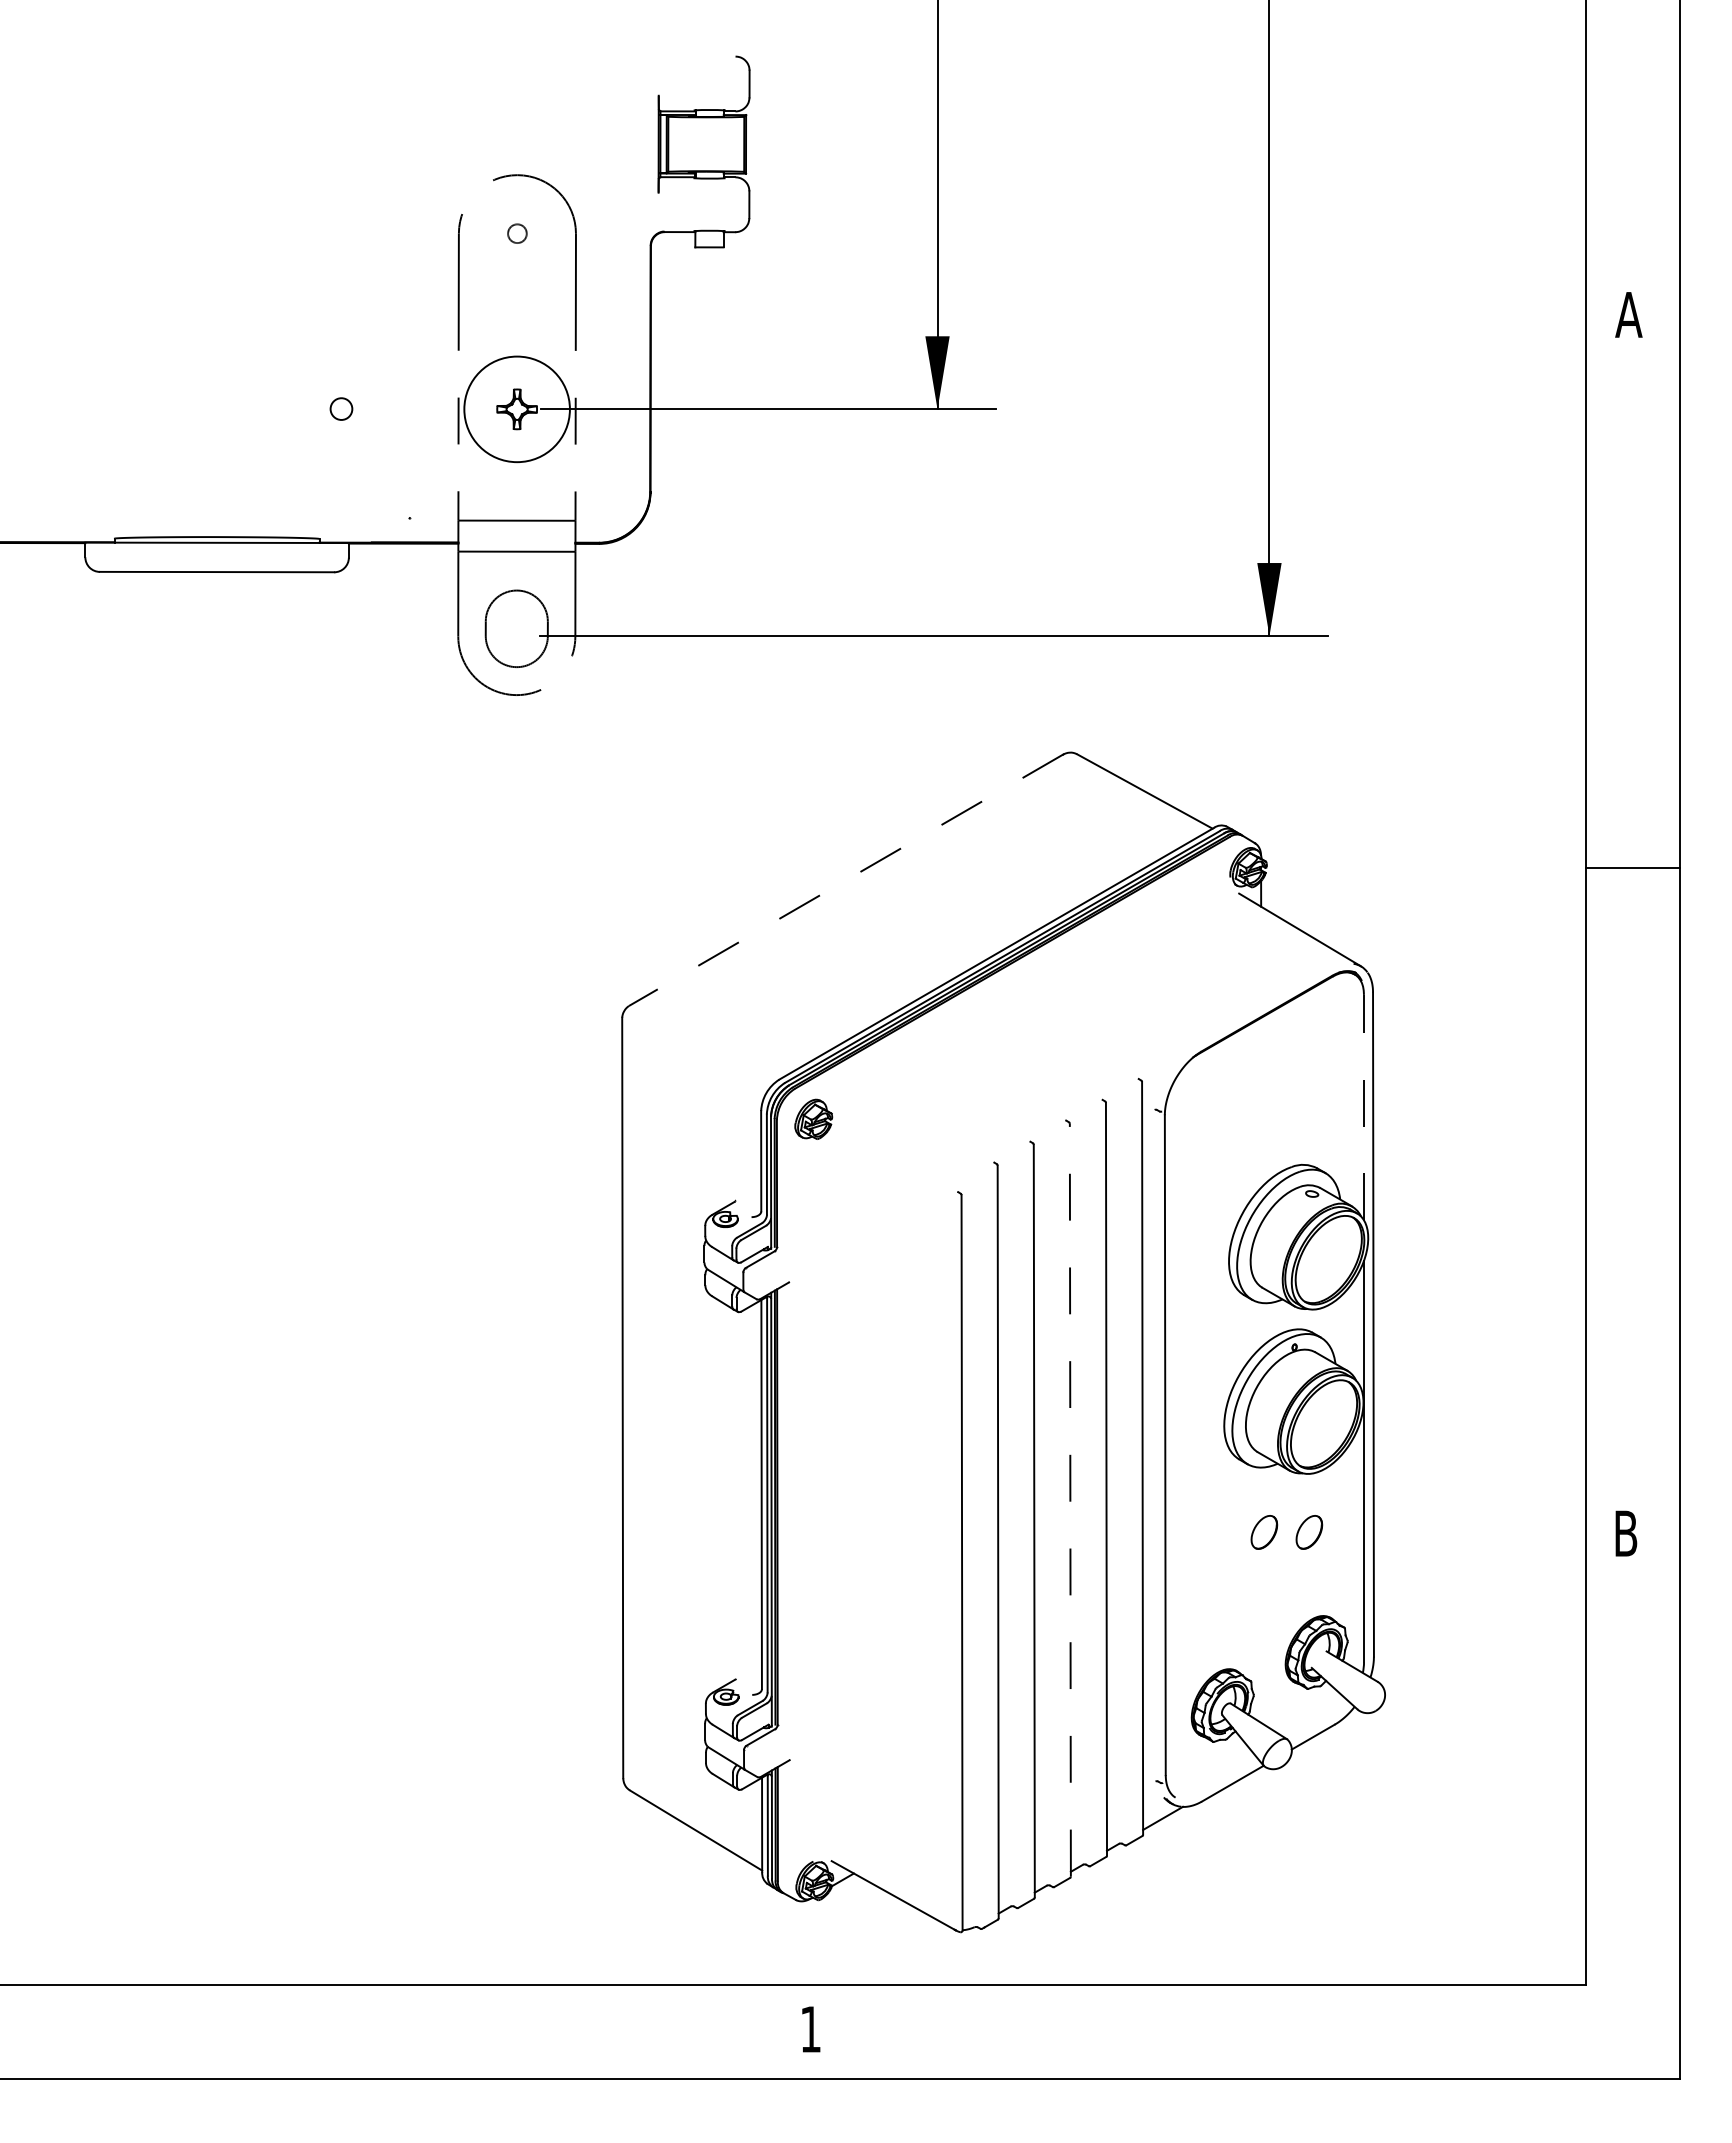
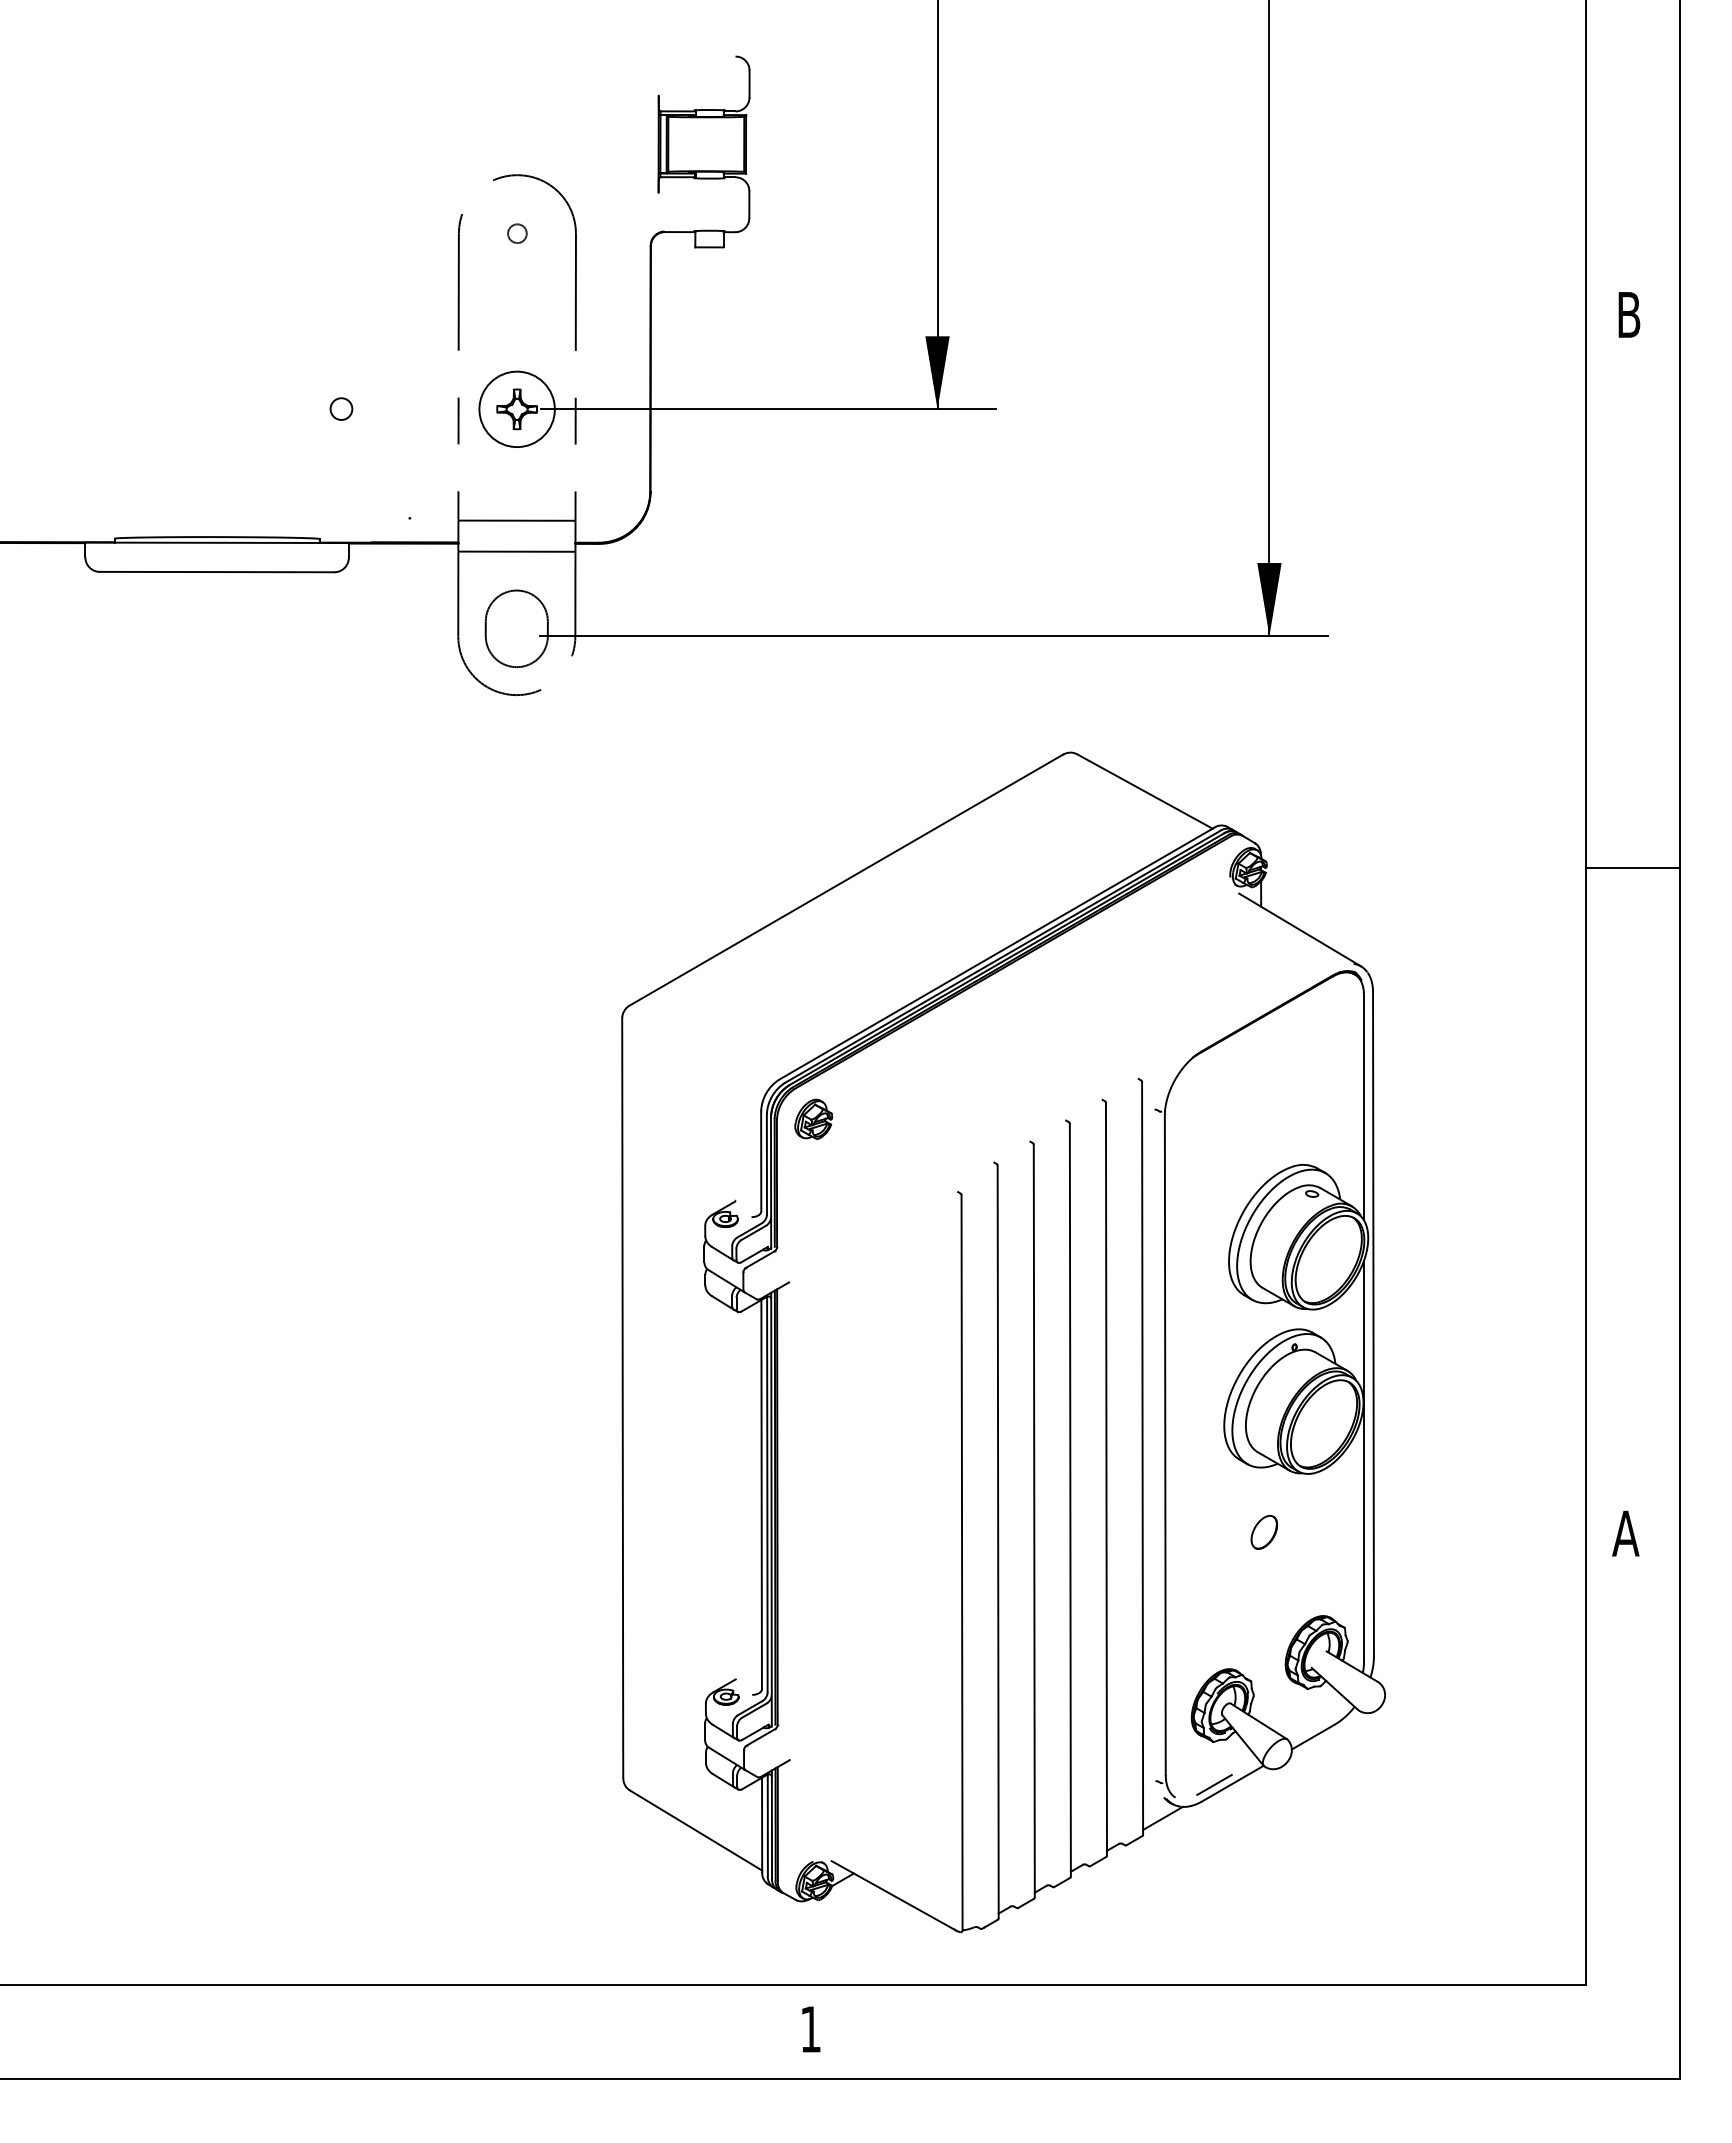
text at (1628, 314): A -> B
circle at (516, 409) diameter: 106 px -> 75 px
line at (846, 880): dashed -> solid
line at (1363, 1107): dashed -> solid
line at (1070, 1499): dashed -> solid
part at (1309, 1532): present -> none
text at (1625, 1533): B -> A
line at (1214, 1784): none -> present
